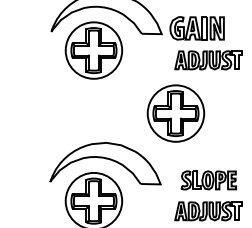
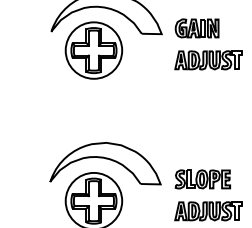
part at (196, 28) size: 56x25 px -> 46x21 px
part at (175, 113): present -> none
part at (208, 180) position: (208, 180) -> (202, 179)
